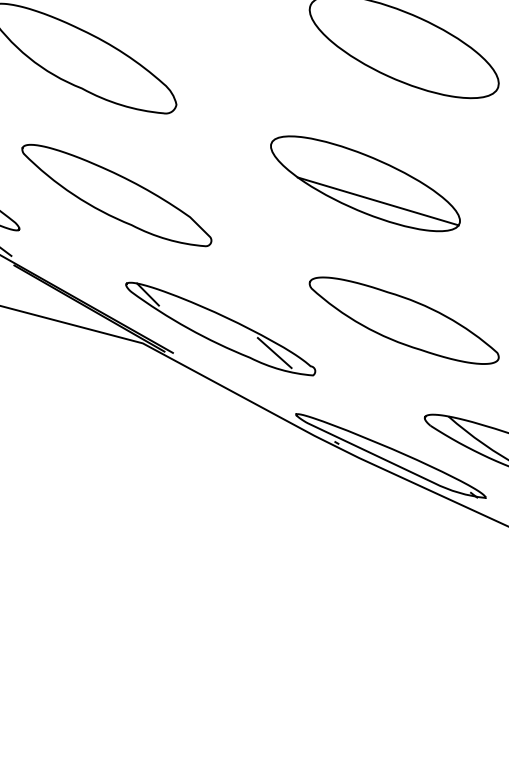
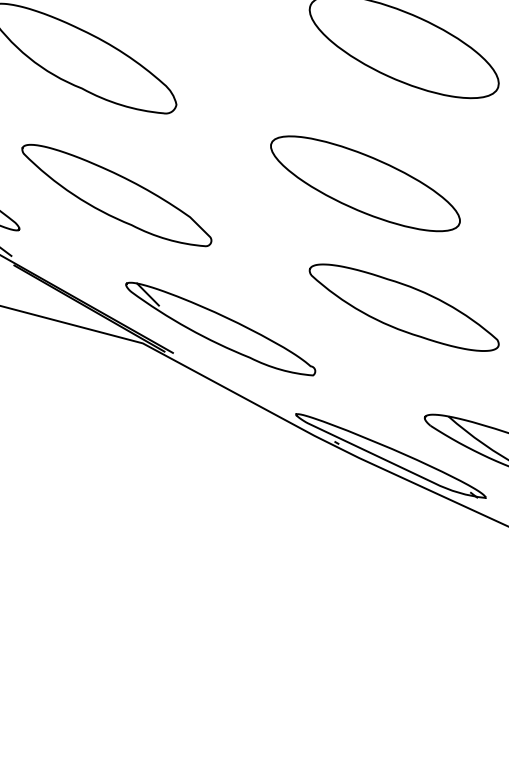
line at (377, 201): present -> none
part at (403, 320) position: (403, 320) -> (403, 307)
line at (274, 353): present -> none
